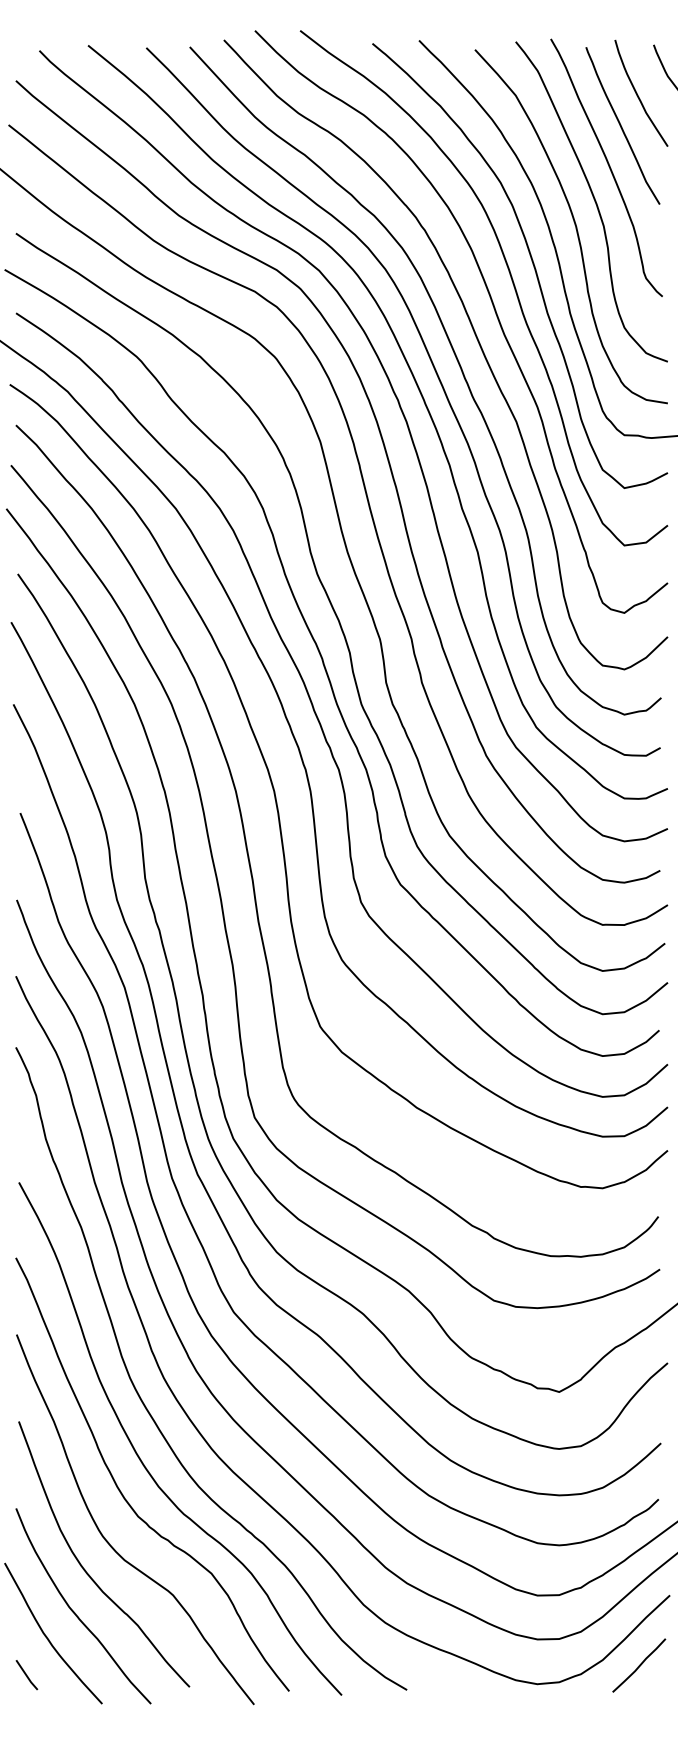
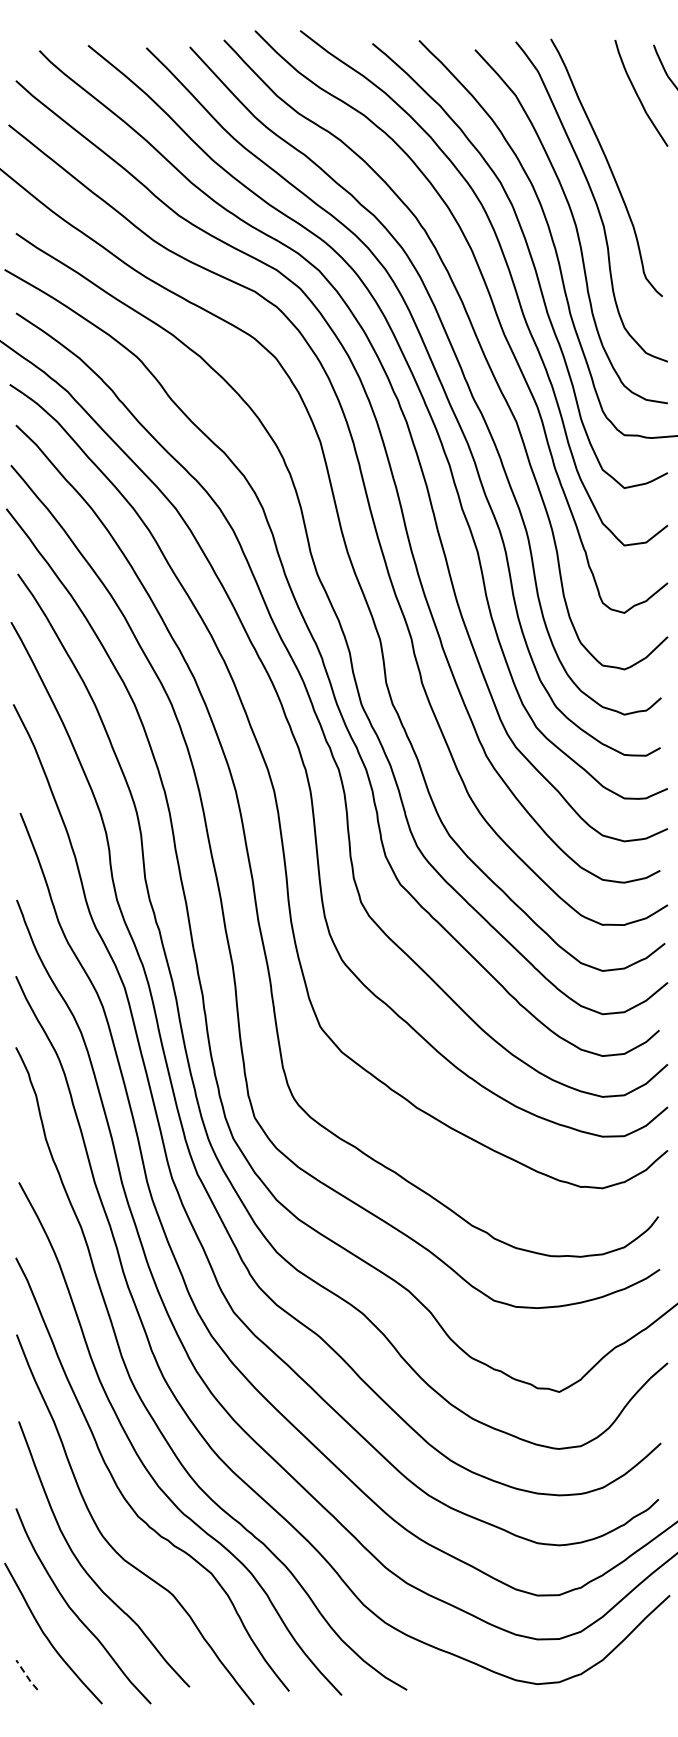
curve at (621, 125): present -> none
curve at (639, 1665): present -> none
line at (26, 1675): solid -> dashed
